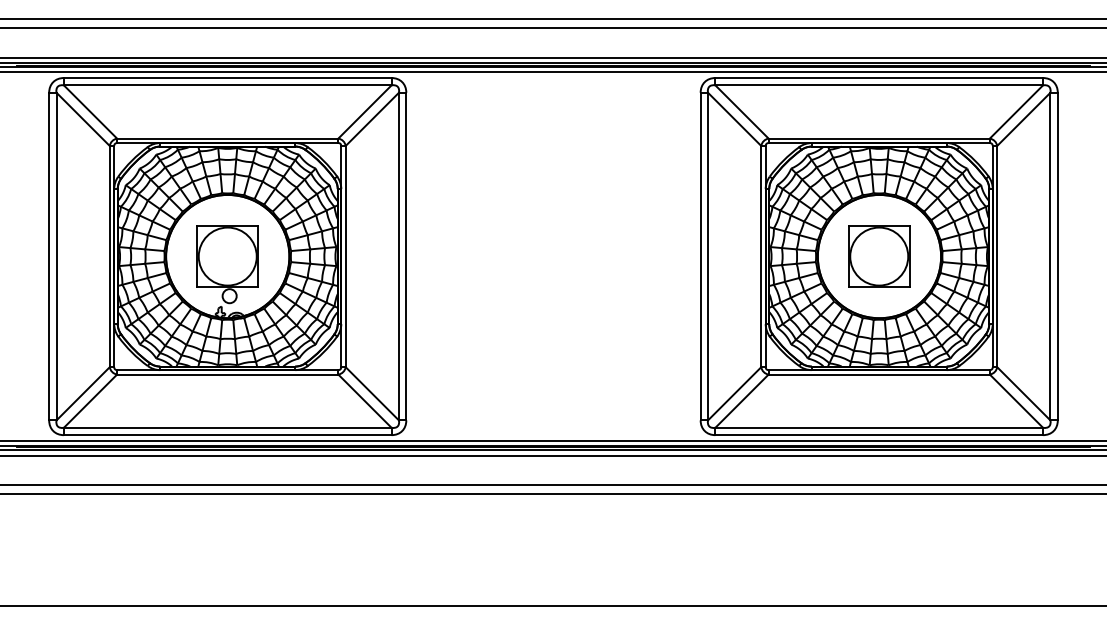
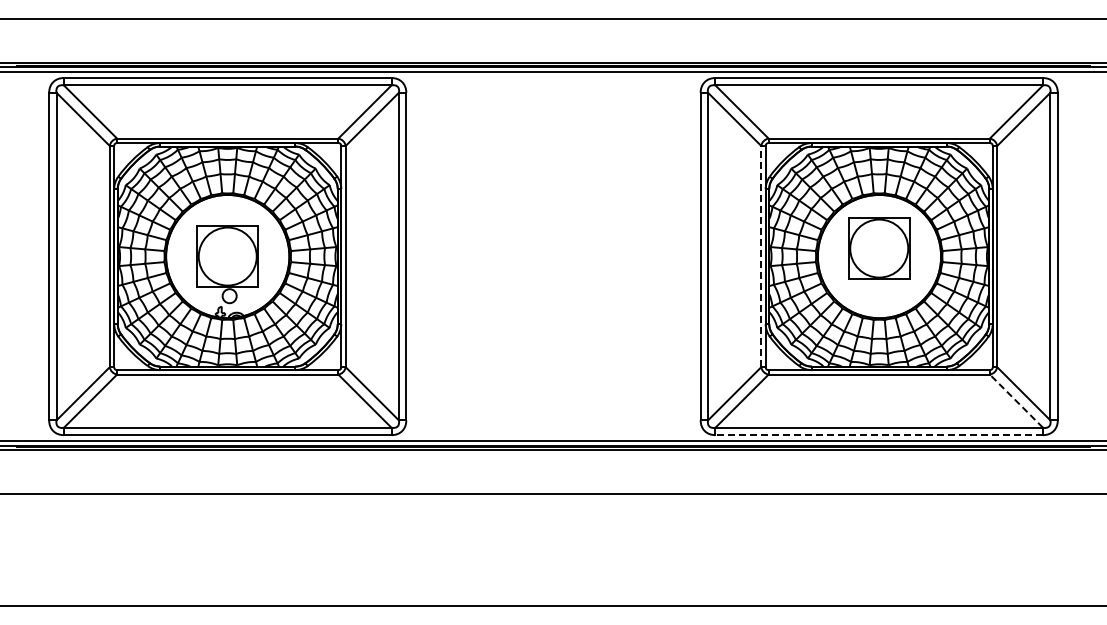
line at (552, 27): present -> none
line at (552, 57): present -> none
line at (761, 256): solid -> dashed
part at (879, 256) position: (879, 256) -> (879, 248)
line at (1016, 401): solid -> dashed
line at (879, 435): solid -> dashed
line at (552, 455): present -> none
line at (552, 485): present -> none
